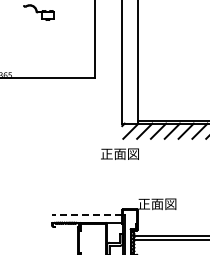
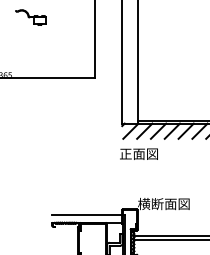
part at (38, 12) position: (38, 12) -> (30, 17)
text at (119, 153) position: (119, 153) -> (138, 153)
text at (163, 203): 正面図 -> 横断面図
line at (86, 215): dashed -> solid
